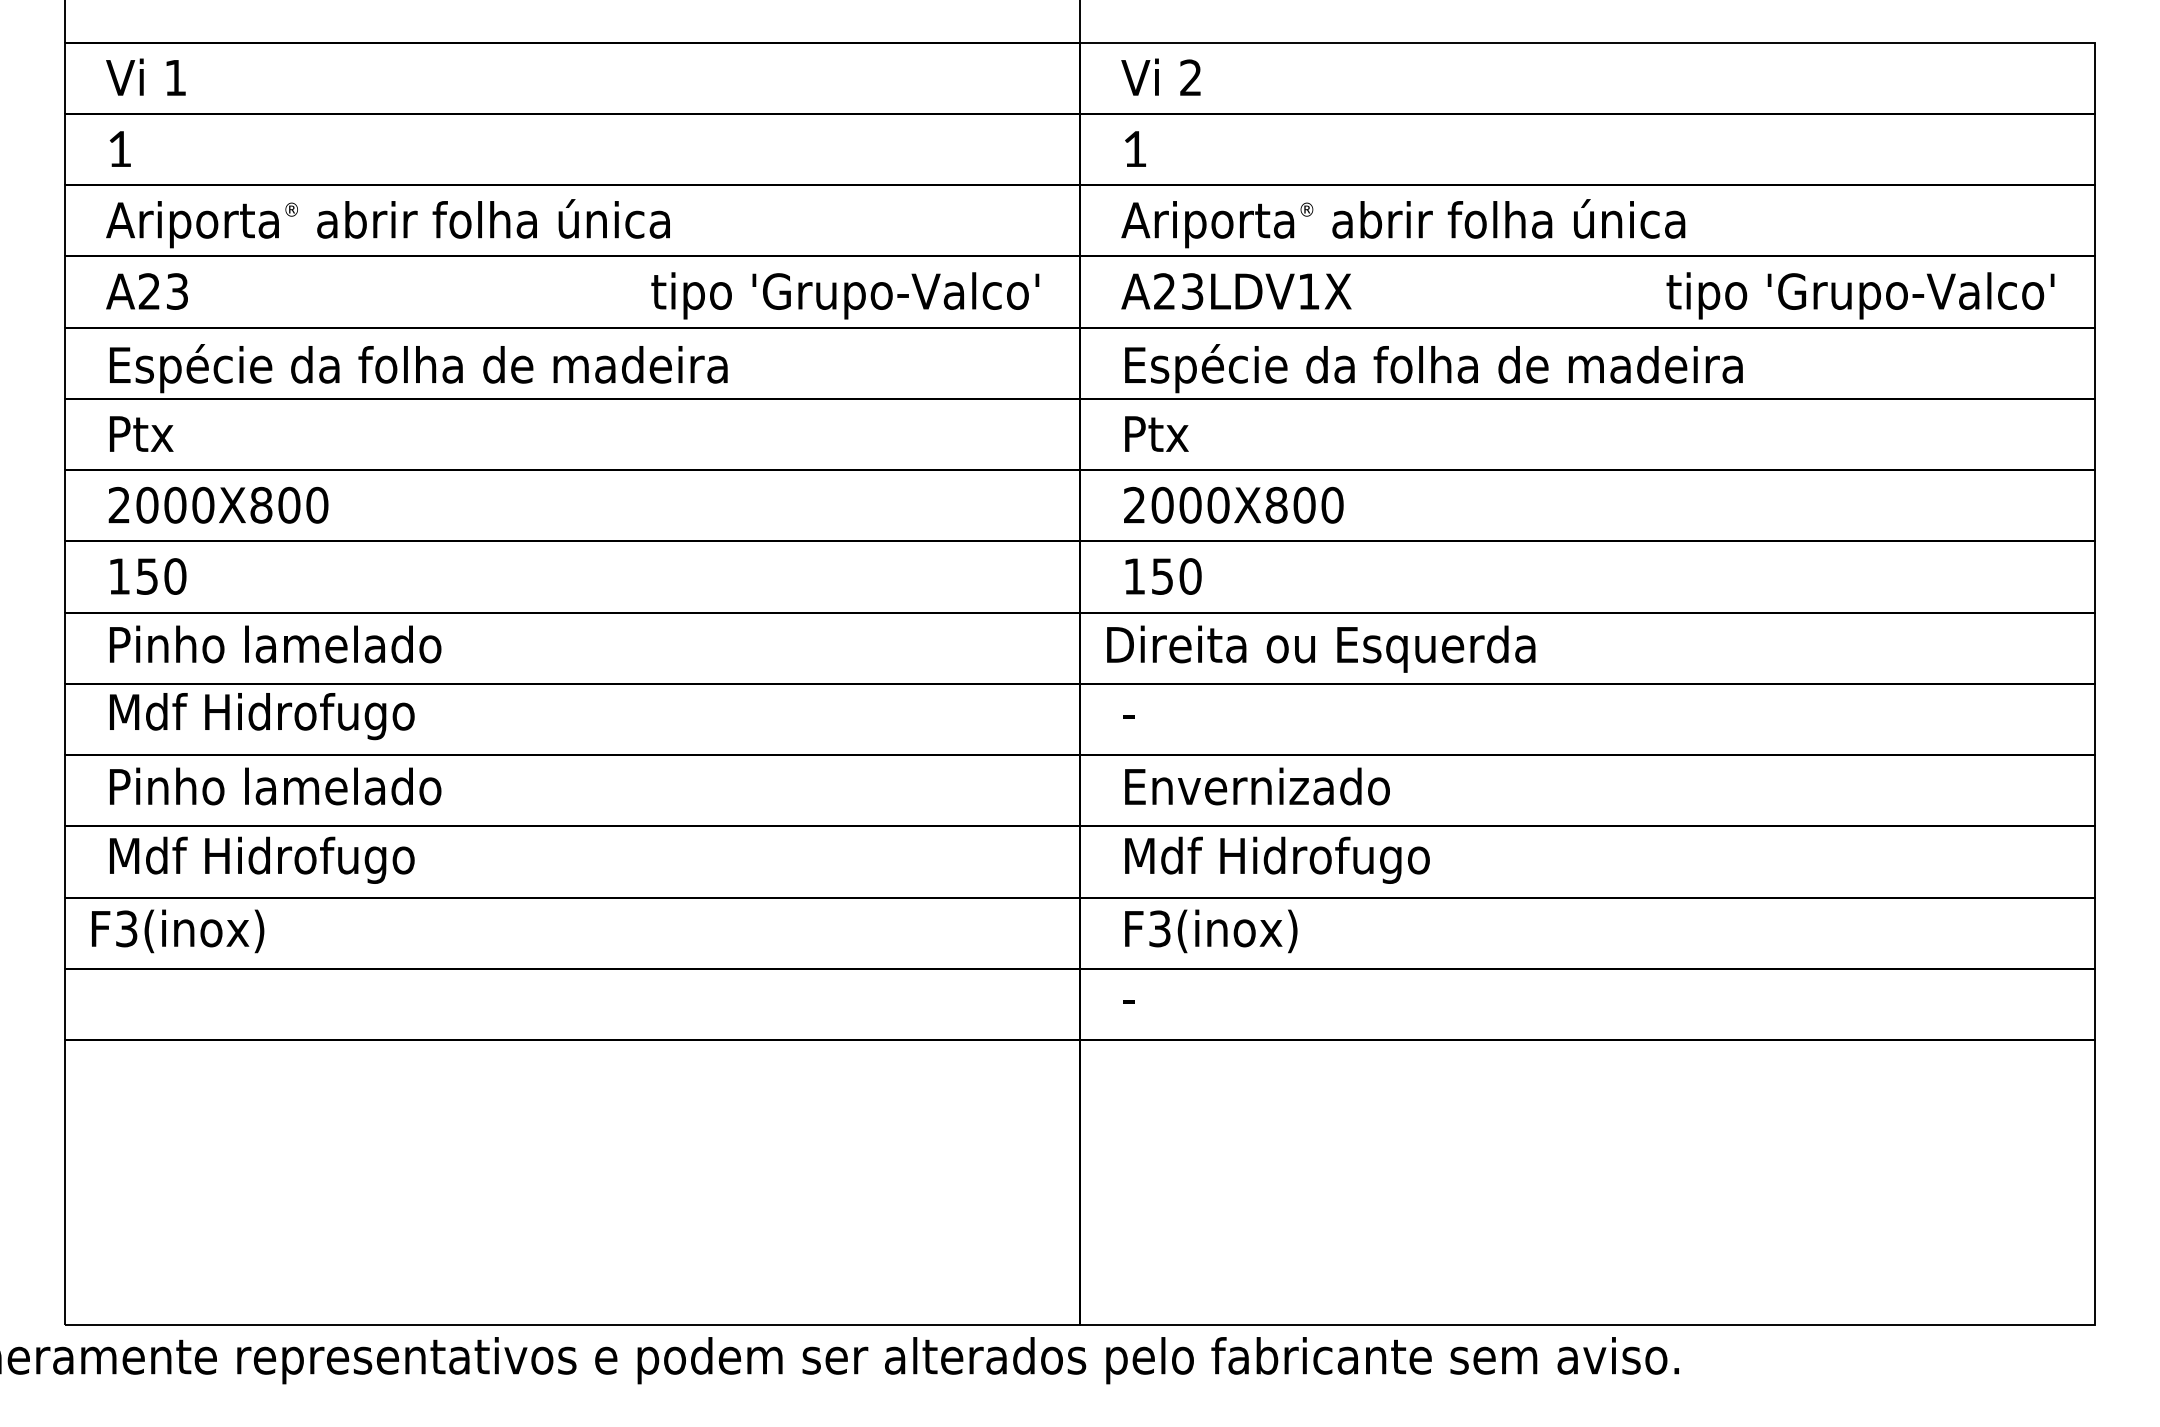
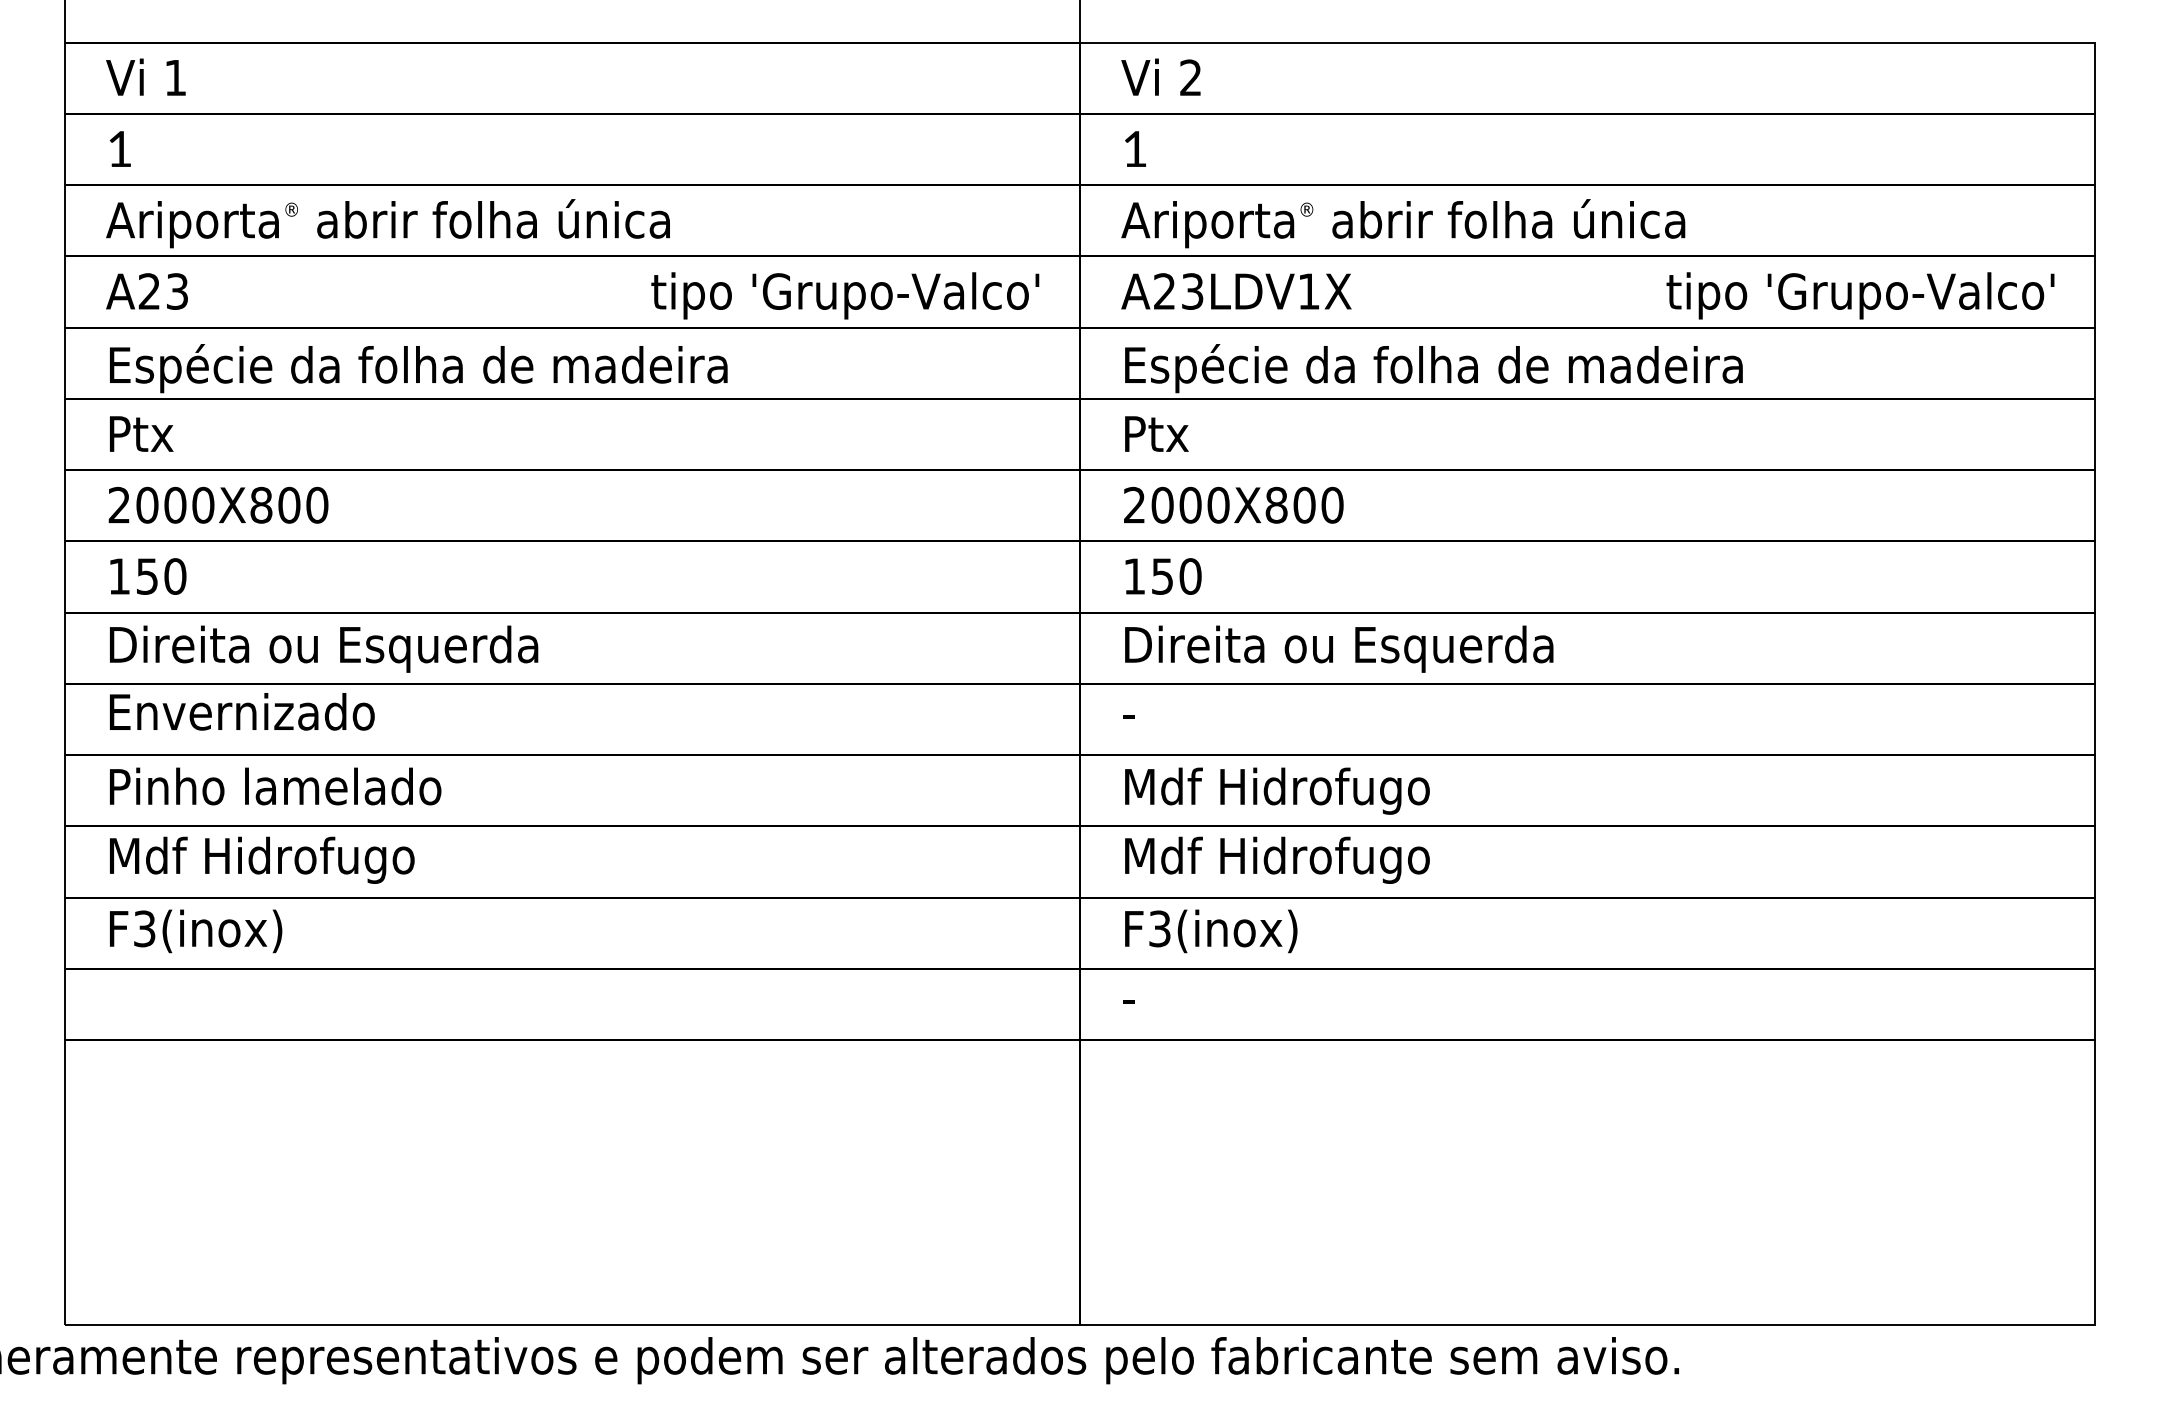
text at (326, 648): Pinho lamelado -> Direita ou Esquerda
text at (1321, 648) position: (1321, 648) -> (1339, 648)
text at (264, 716): Mdf Hidrofugo -> Envernizado
text at (1279, 790): Envernizado -> Mdf Hidrofugo
text at (178, 931) position: (178, 931) -> (196, 931)
